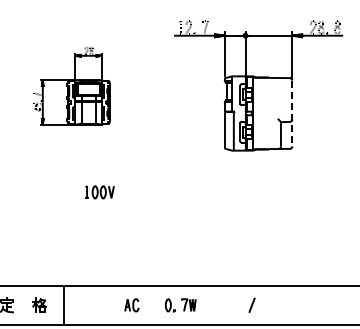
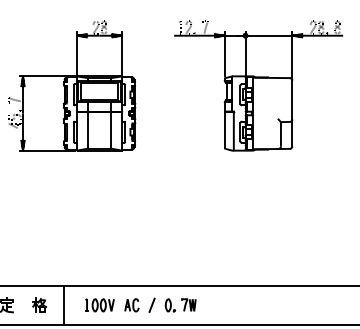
part at (71, 85) size: 78x80 px -> 129x132 px
line at (292, 113): dashed -> solid
part at (99, 192) position: (99, 192) -> (99, 305)
line at (251, 304) position: (251, 304) -> (151, 304)
